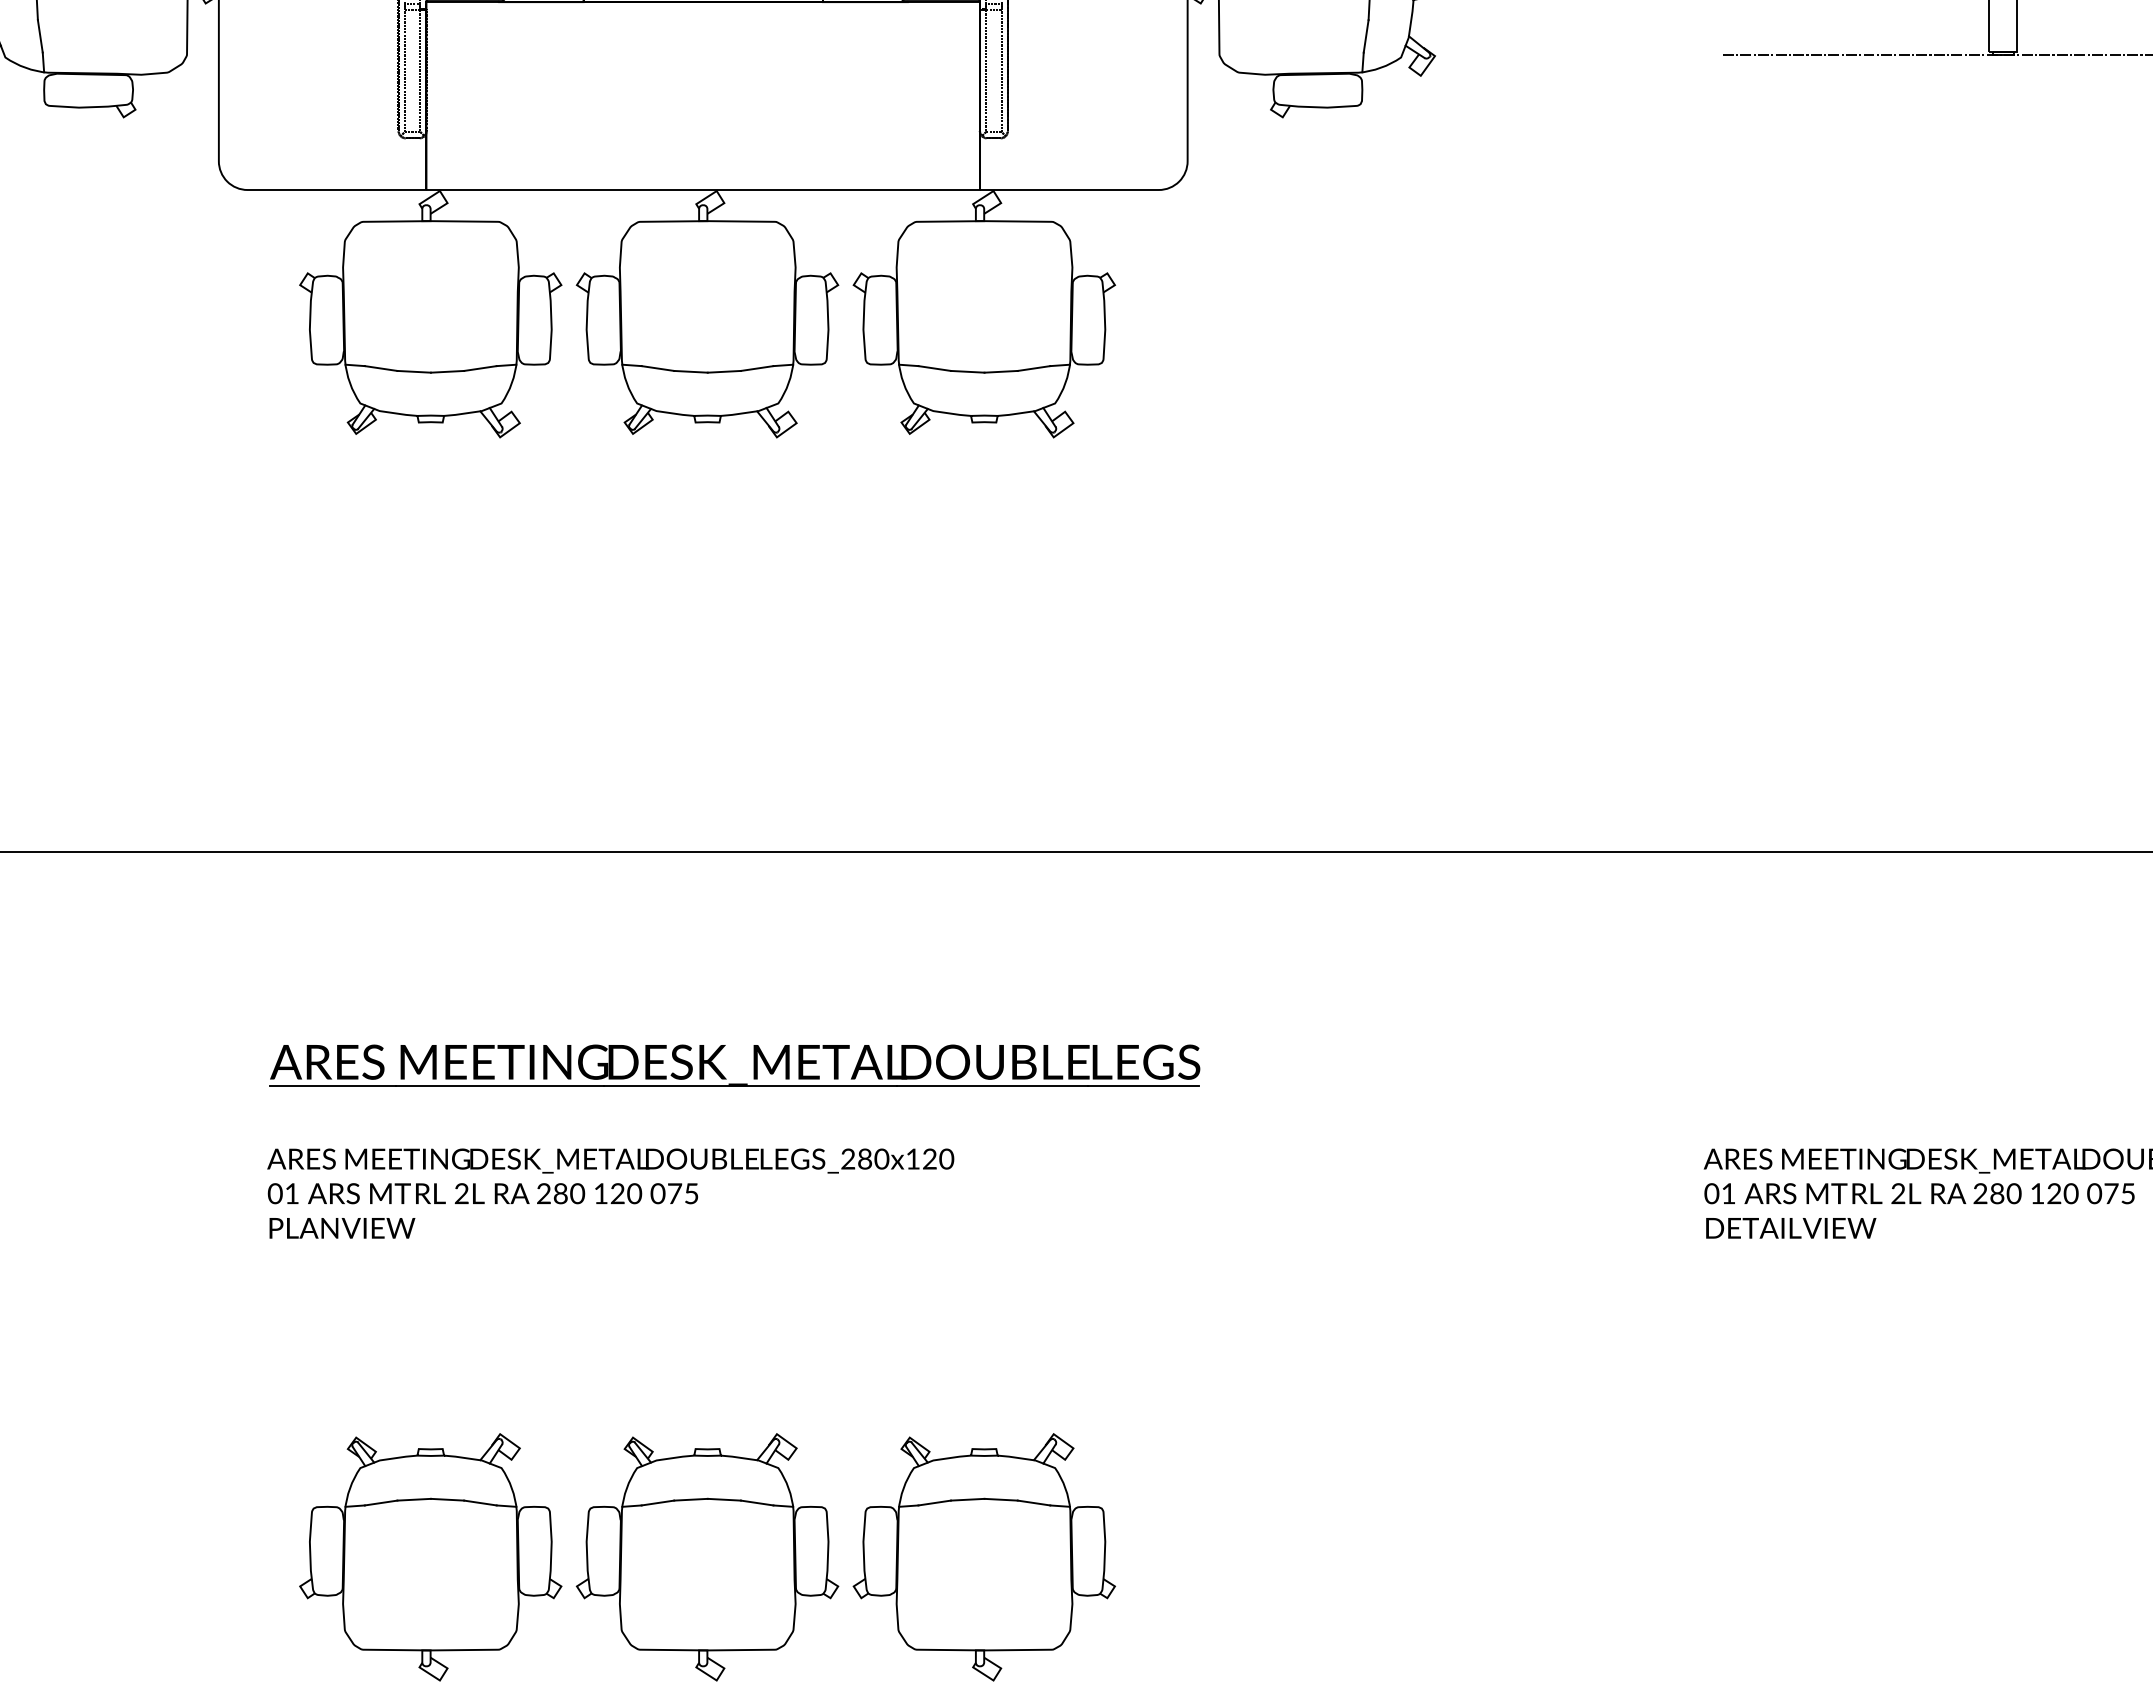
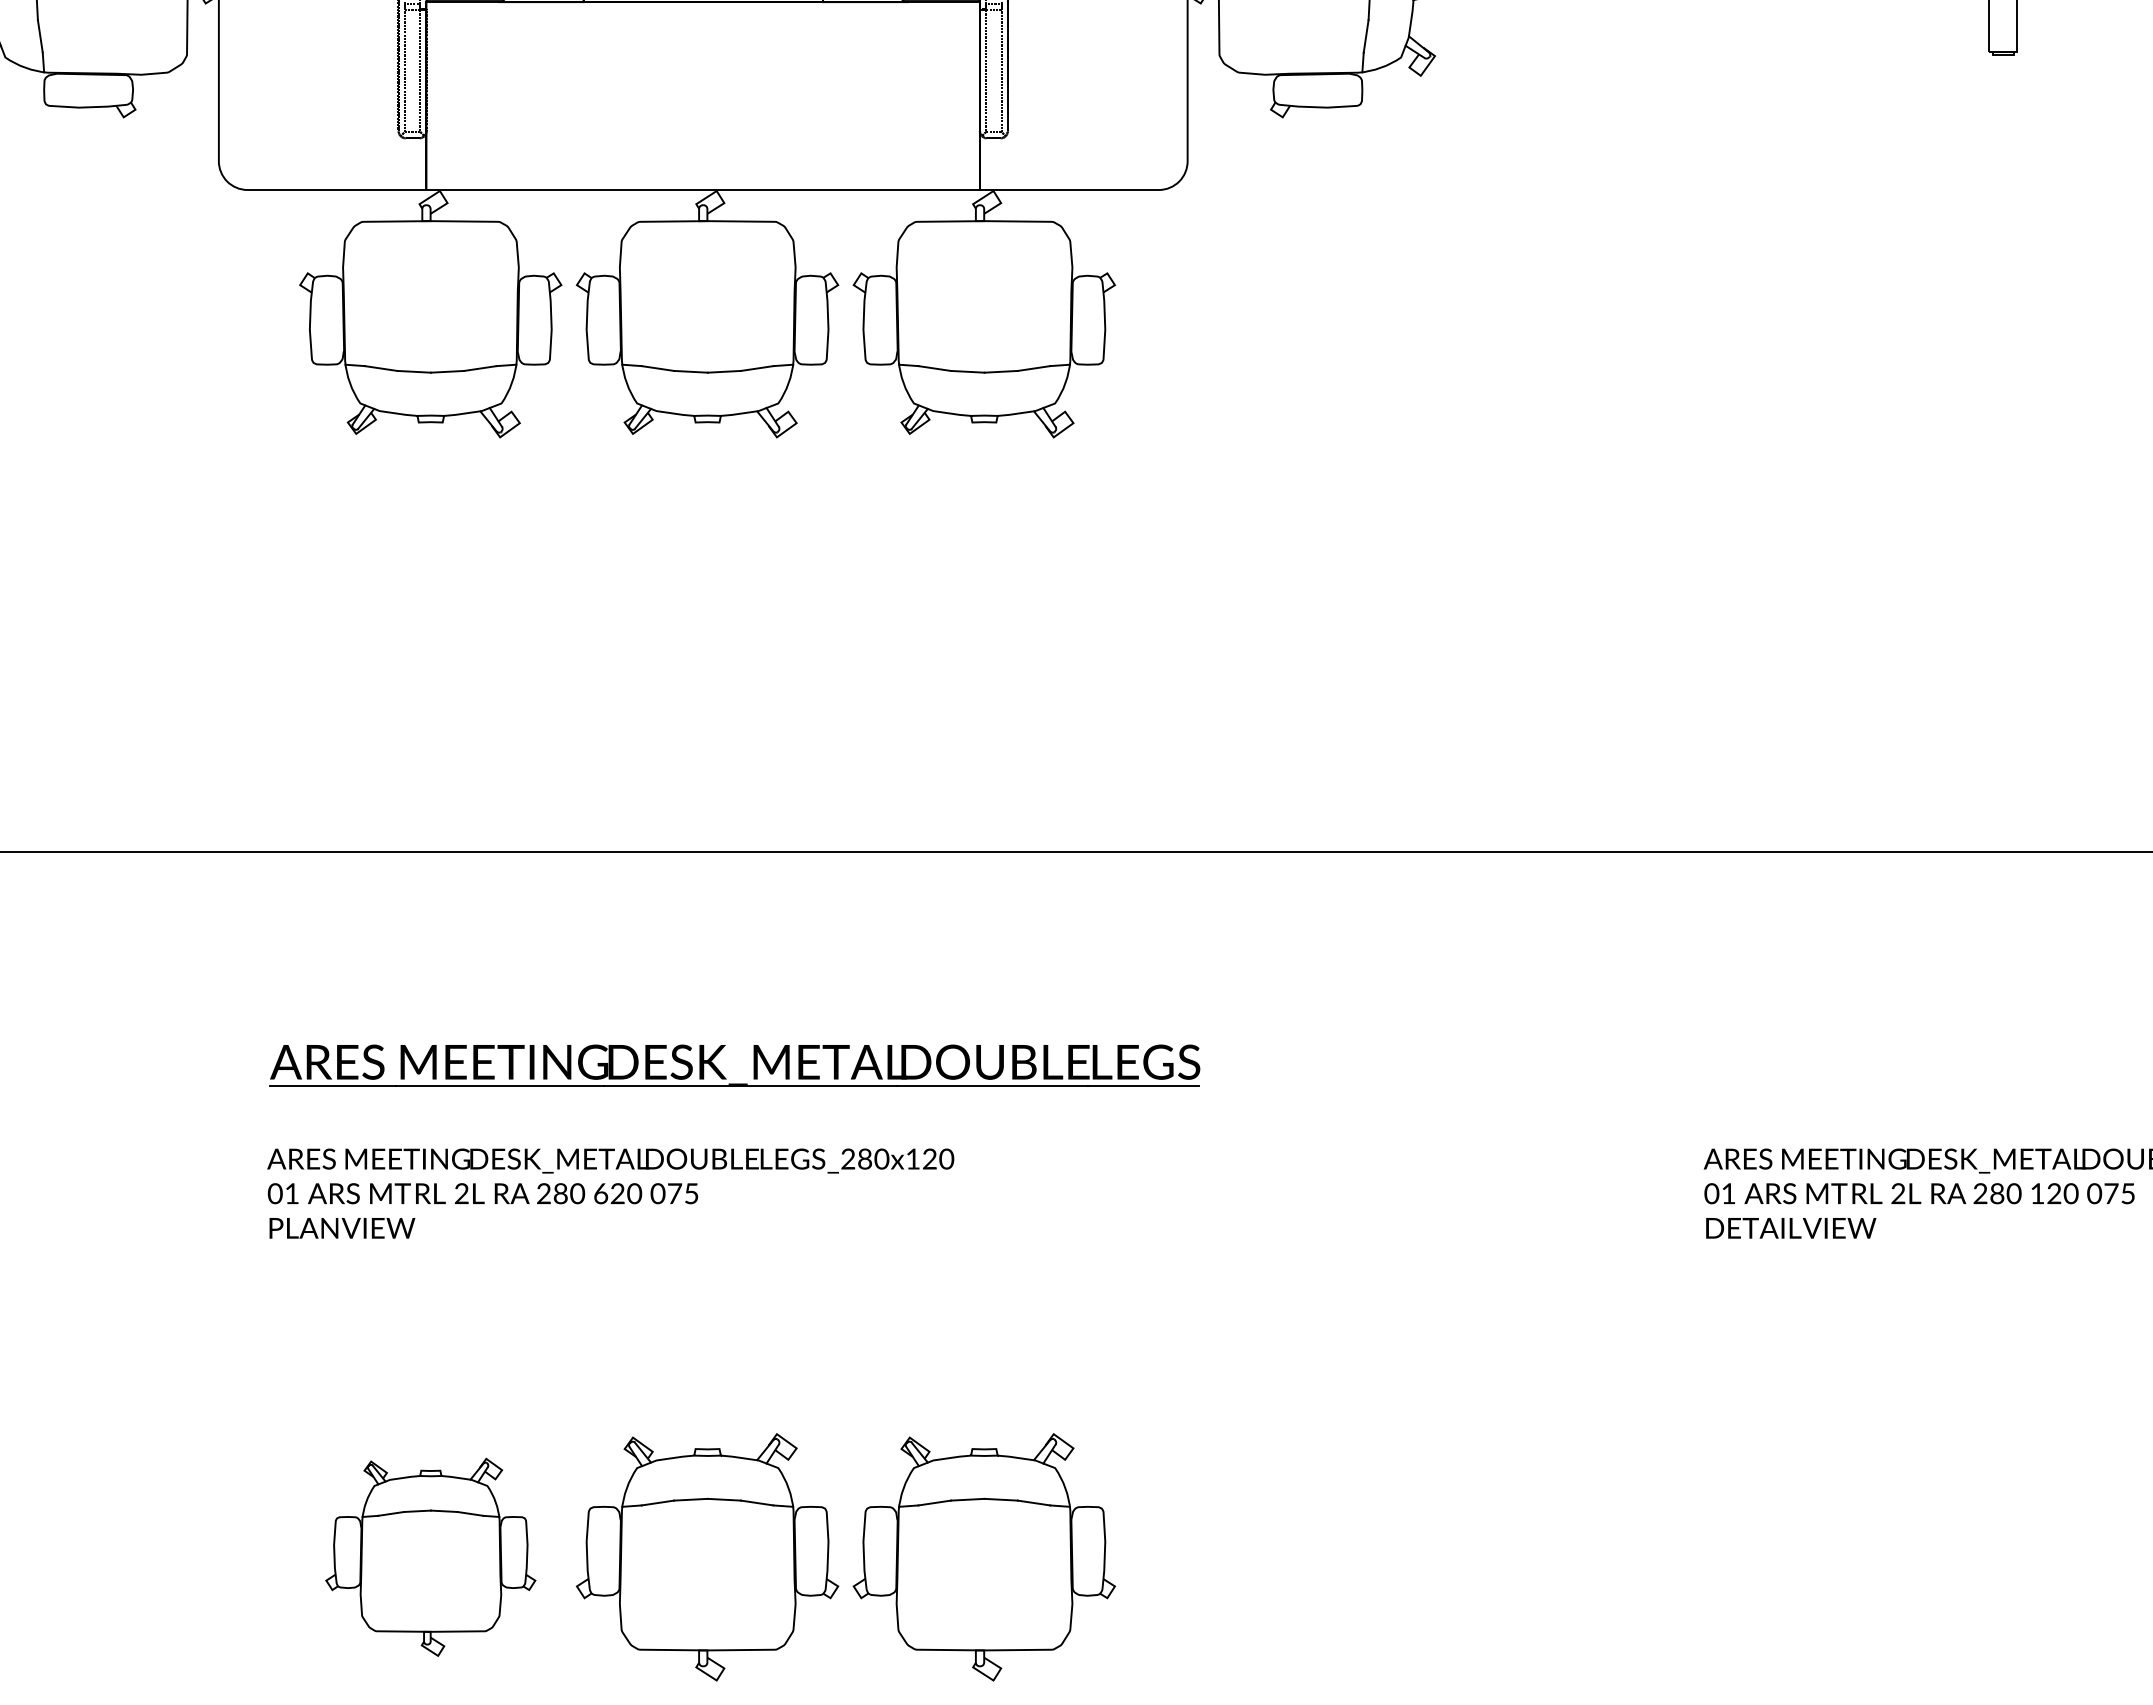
line at (1935, 55): present -> none
text at (601, 1193): 120 -> 620
part at (430, 1557) size: 264x249 px -> 212x200 px
